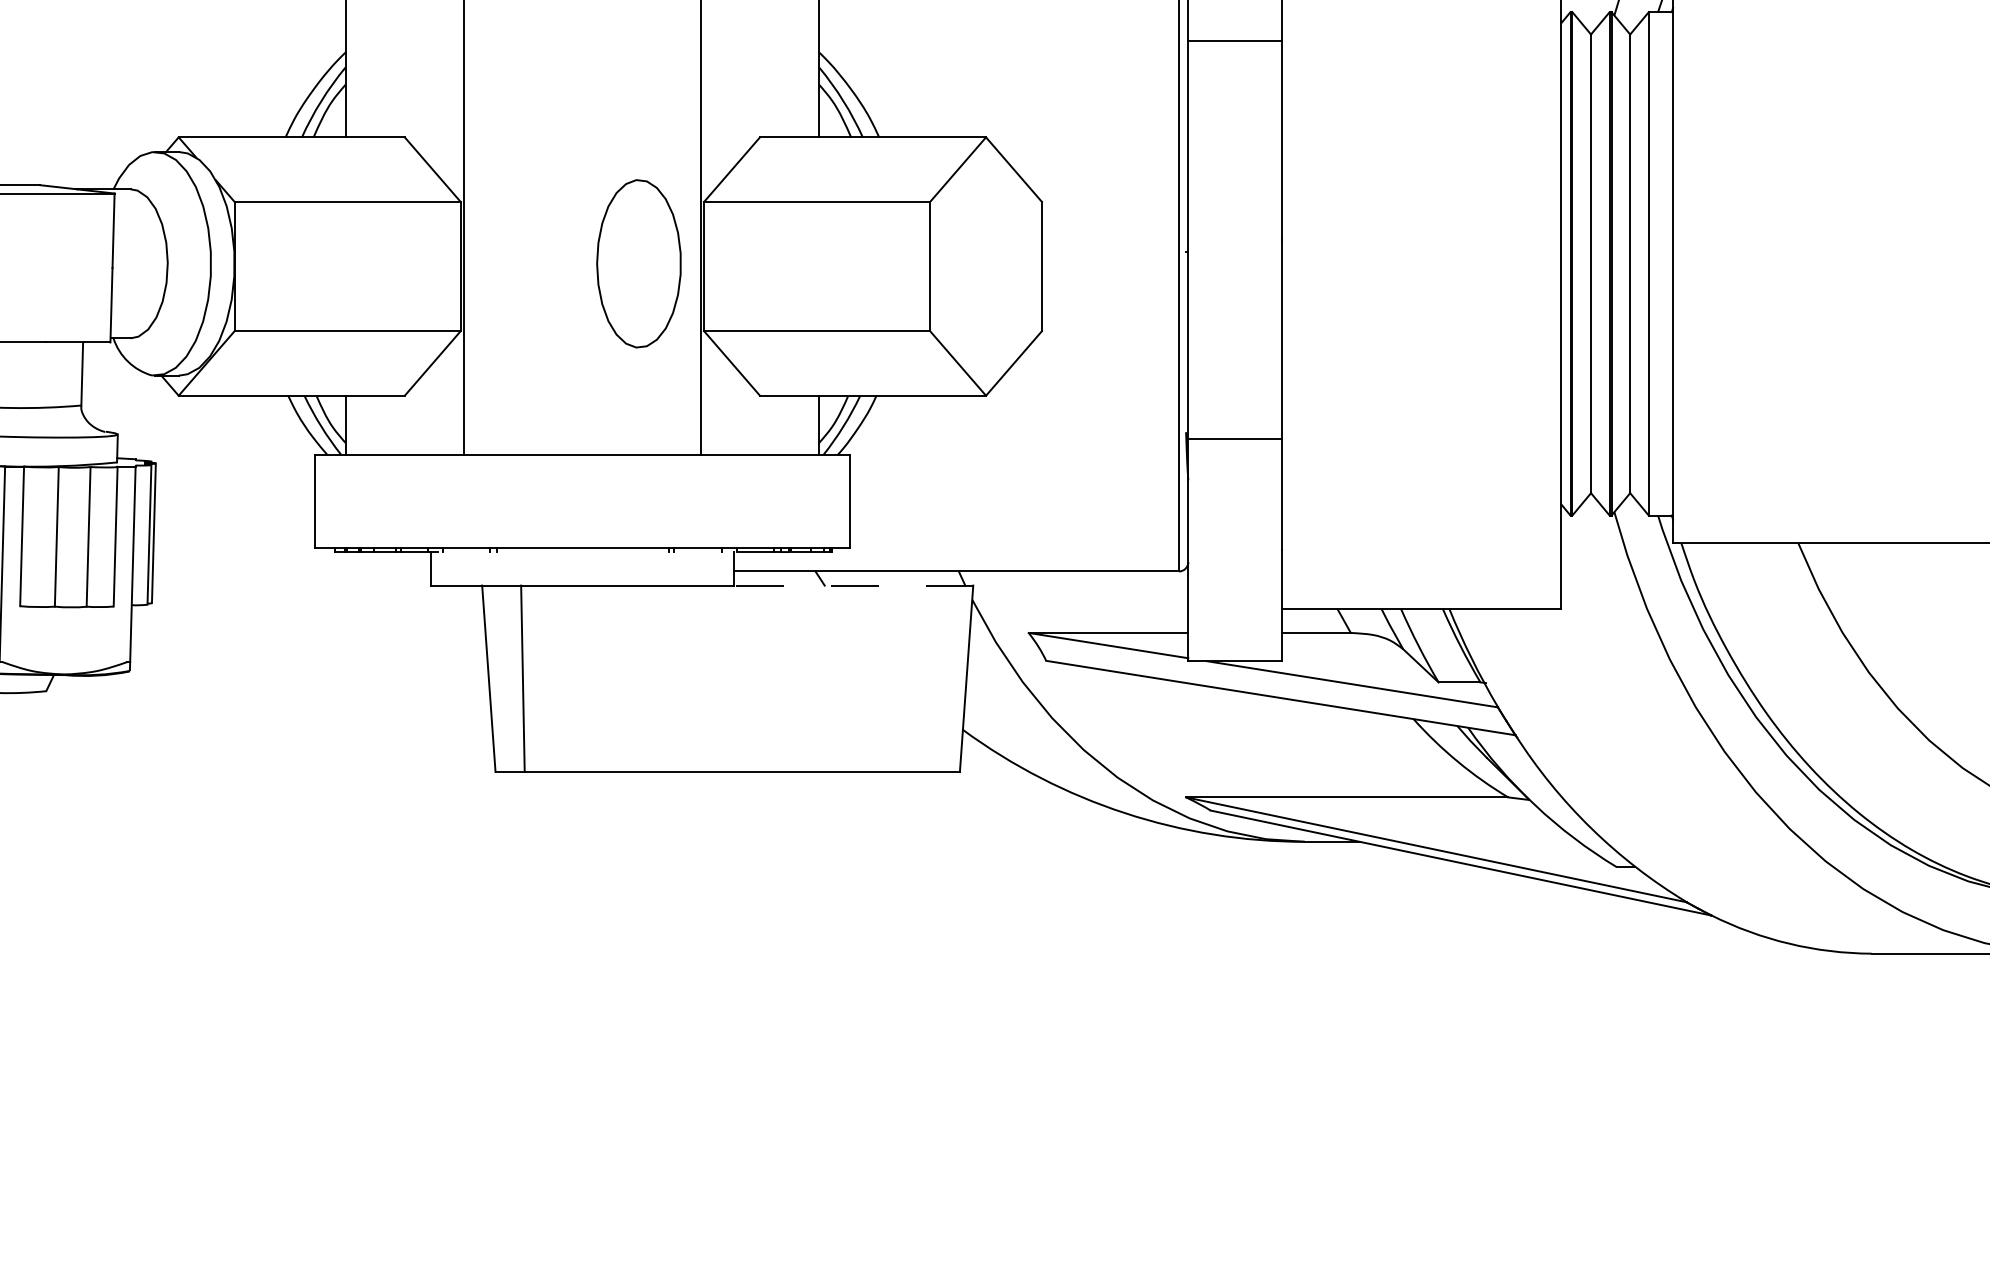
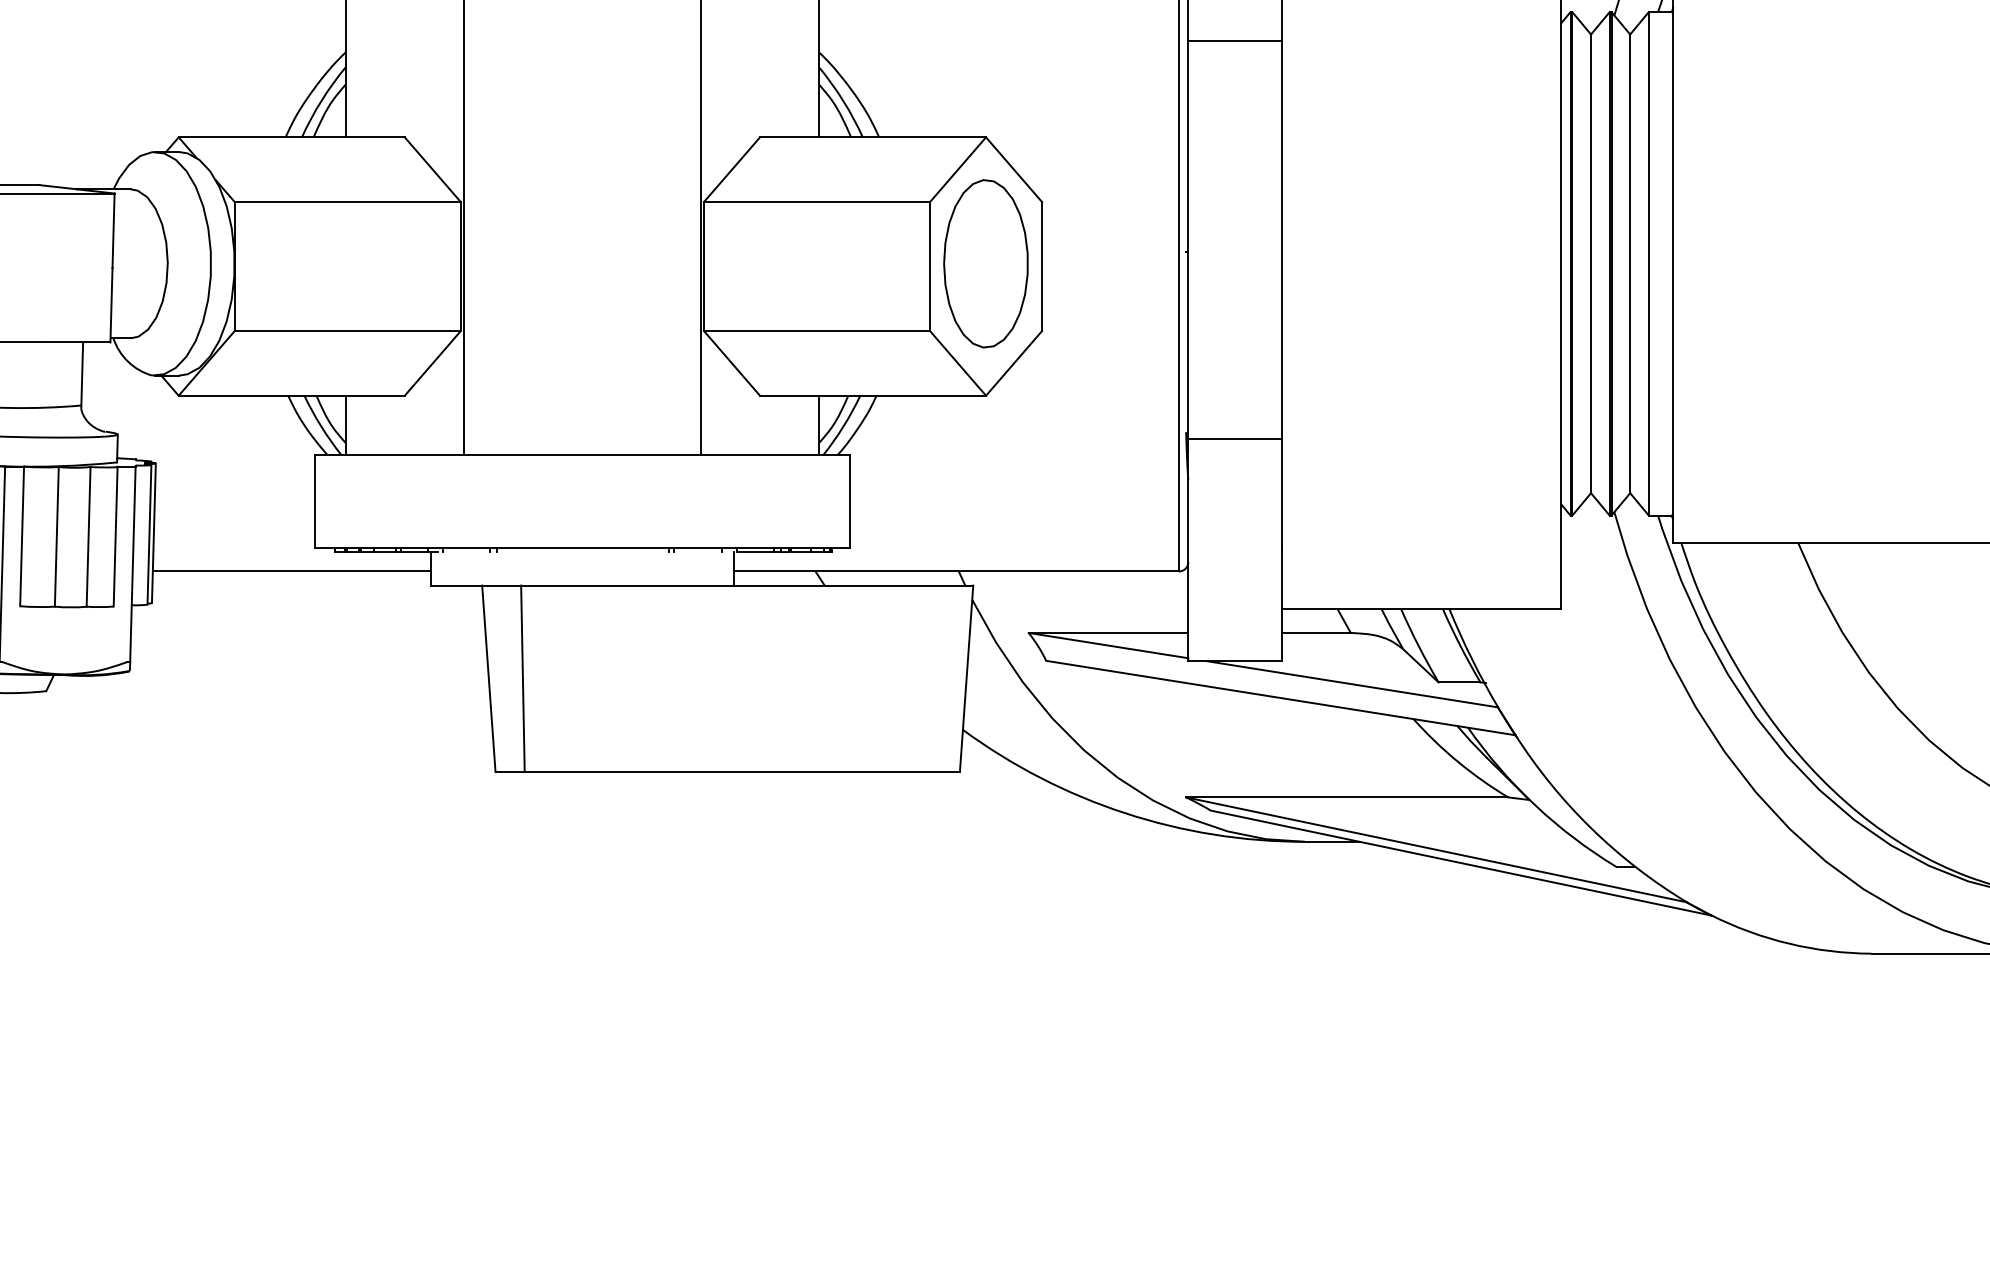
part at (638, 263) position: (638, 263) -> (985, 263)
line at (291, 571): none -> present
line at (853, 585): dashed -> solid
